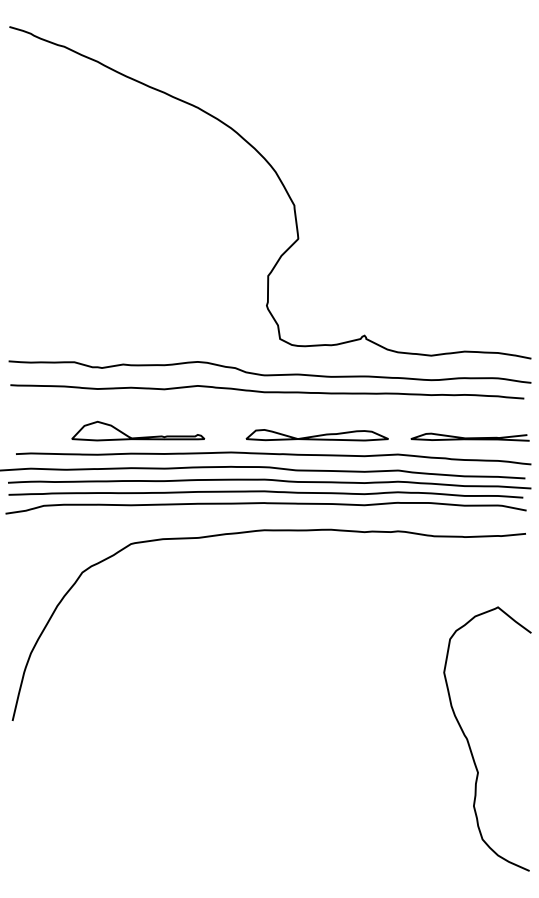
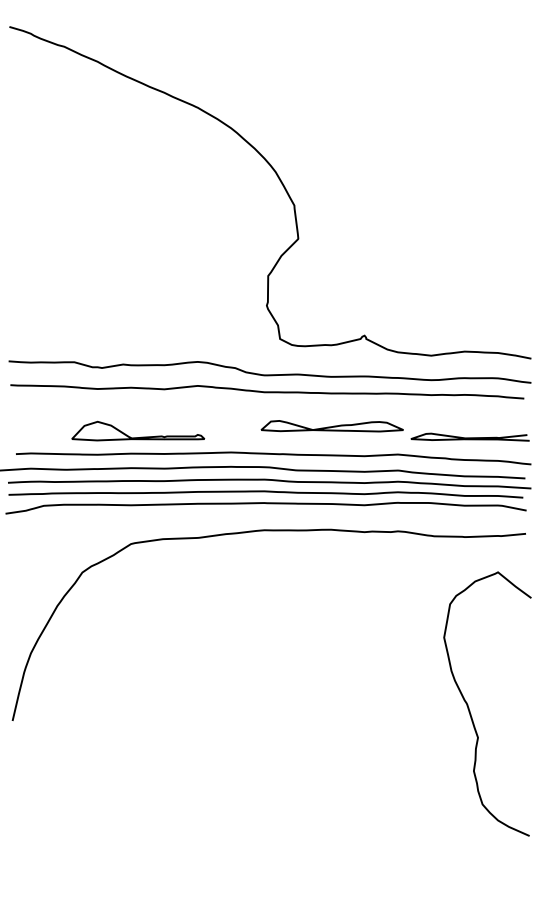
part at (316, 435) position: (316, 435) -> (331, 426)
curve at (470, 745) position: (470, 745) -> (470, 710)
